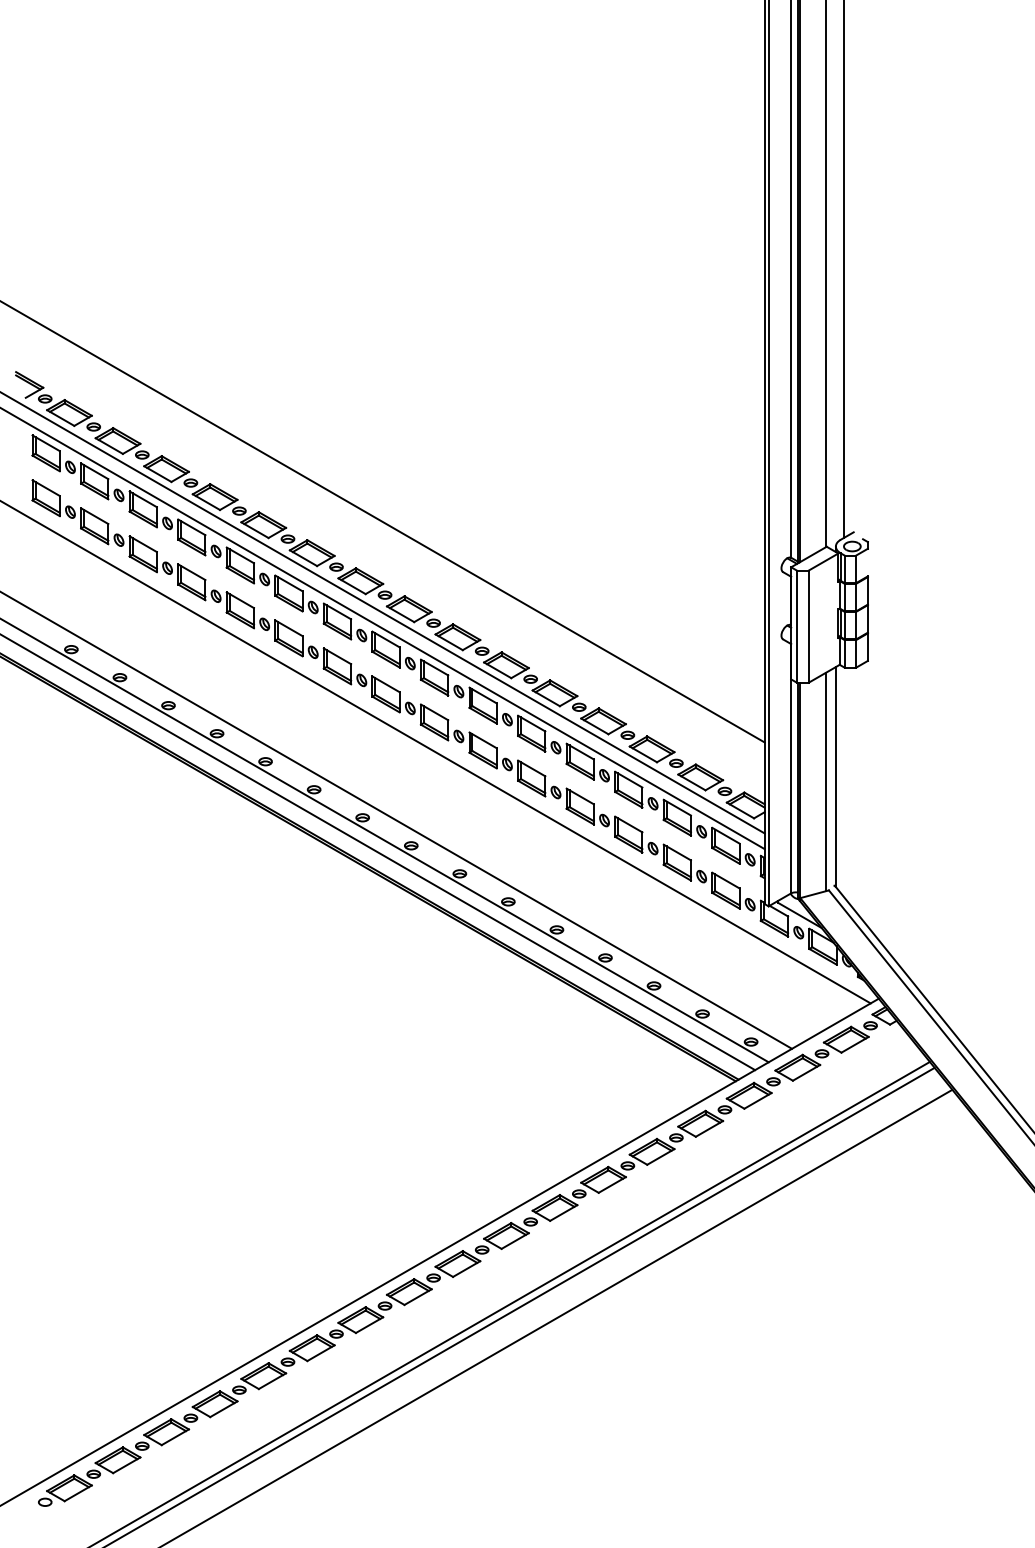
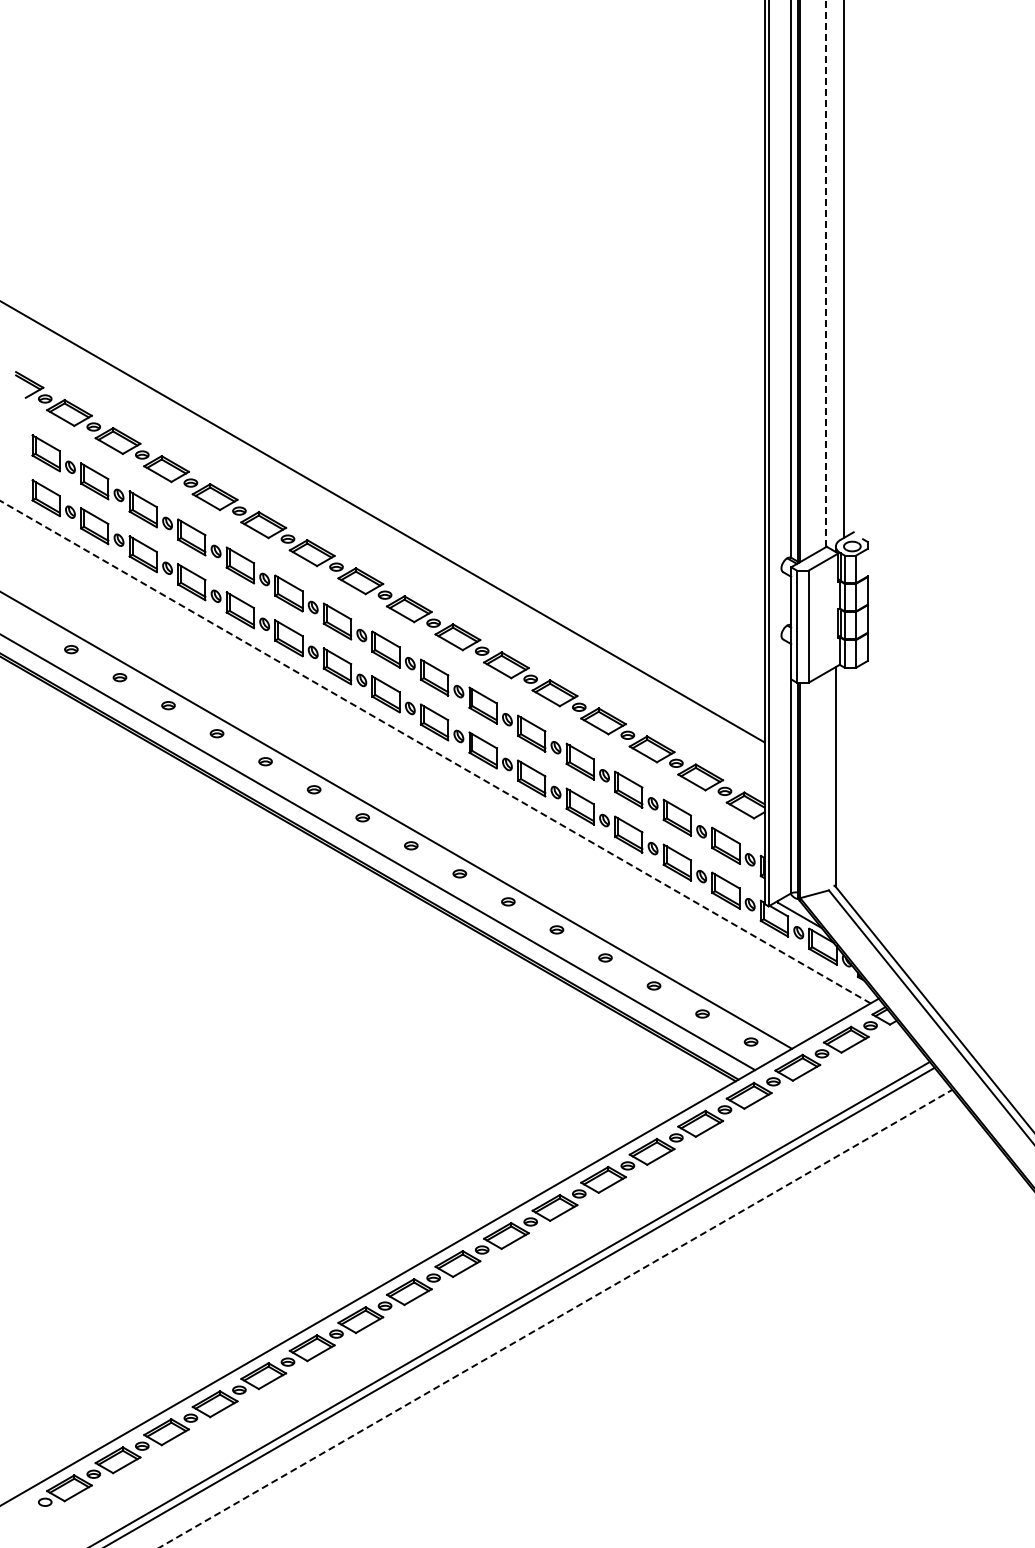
line at (825, 274): solid -> dashed
line at (383, 613): present -> none
line at (383, 628): present -> none
line at (435, 752): solid -> dashed
line at (825, 781): present -> none
line at (385, 840): present -> none
line at (555, 1318): solid -> dashed
